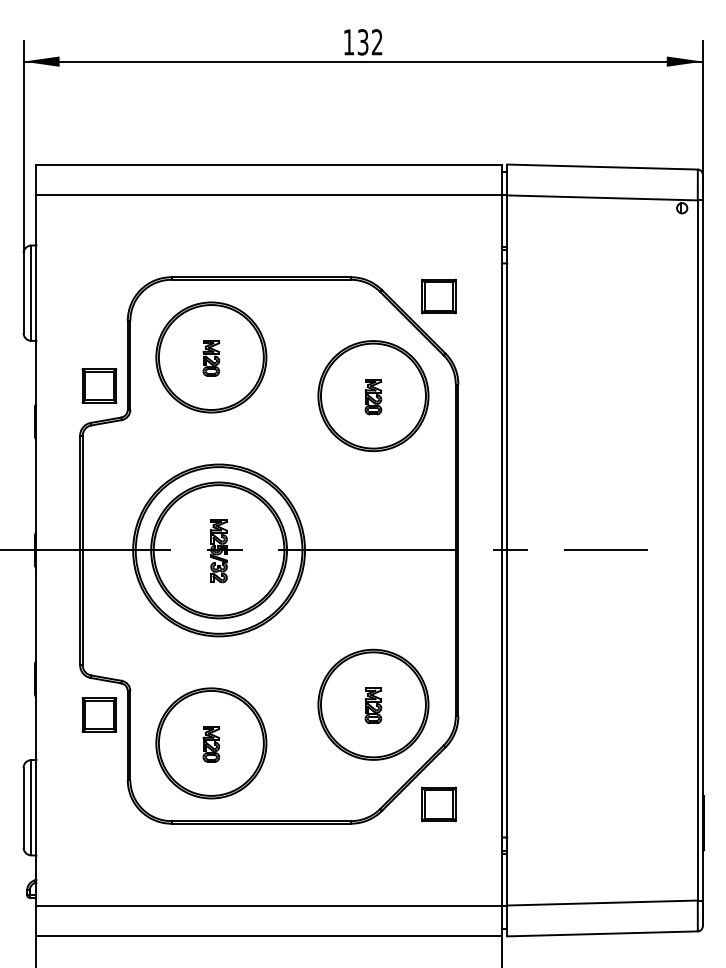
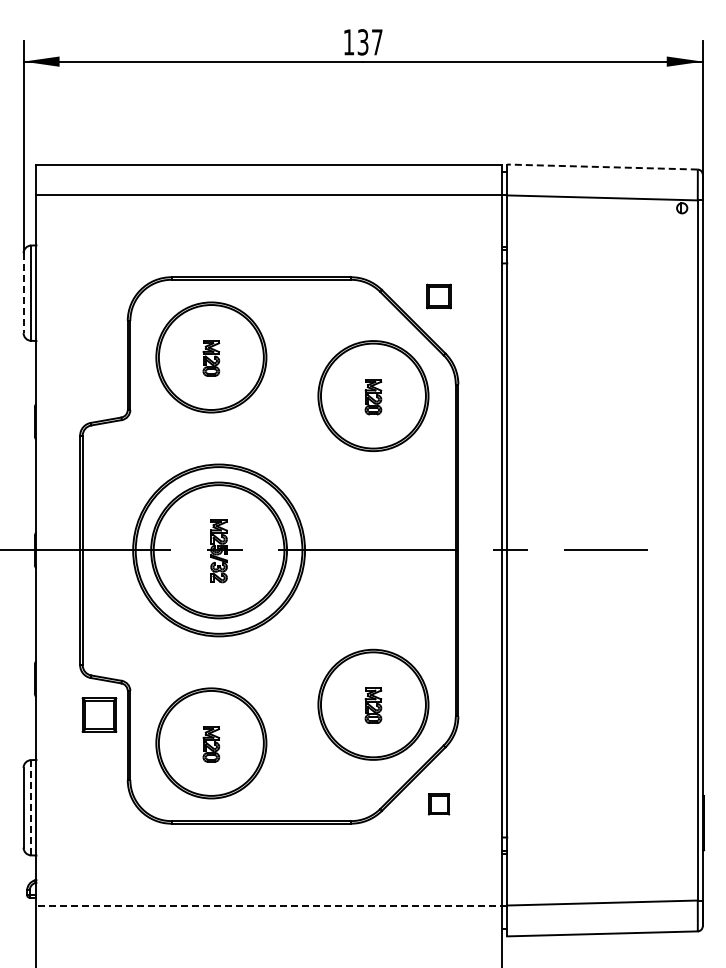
text at (376, 42): 132 -> 137
line at (602, 167): solid -> dashed
line at (23, 293): solid -> dashed
part at (438, 296) size: 36x37 px -> 26x27 px
part at (99, 385): present -> none
part at (438, 804) size: 36x37 px -> 23x23 px
line at (31, 807): solid -> dashed
line at (271, 905): solid -> dashed
line at (269, 936): present -> none
